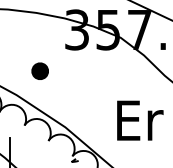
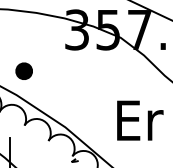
part at (39, 70) position: (39, 70) -> (23, 70)
